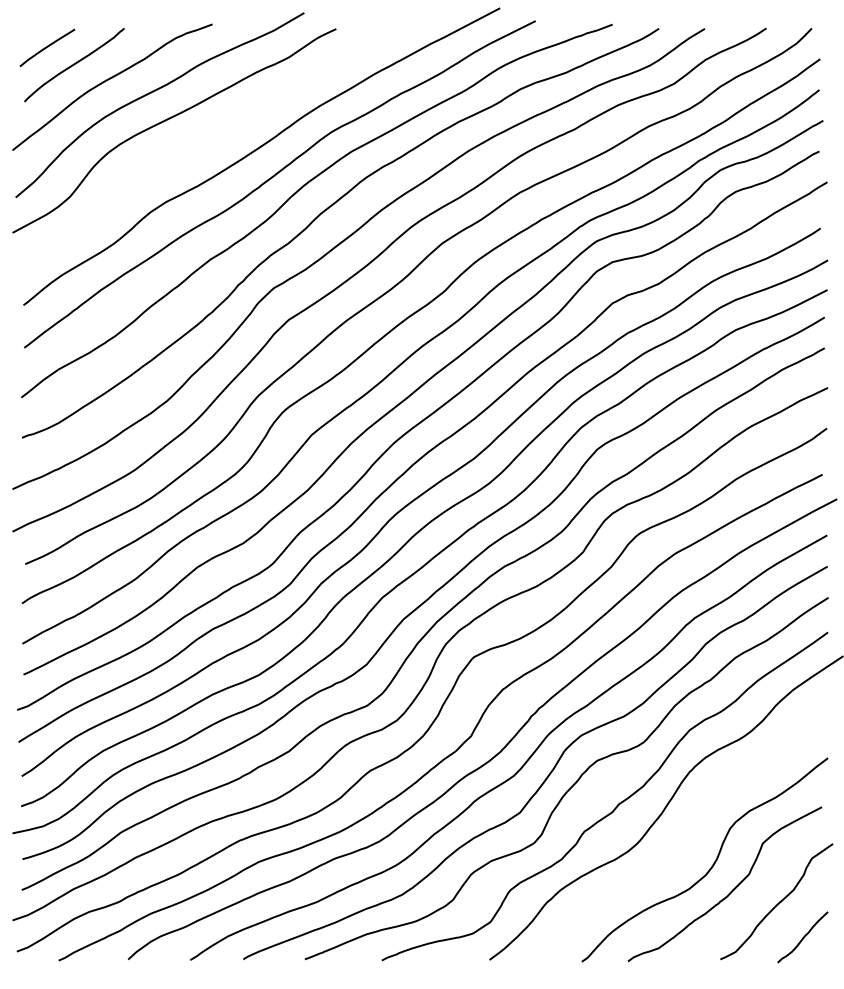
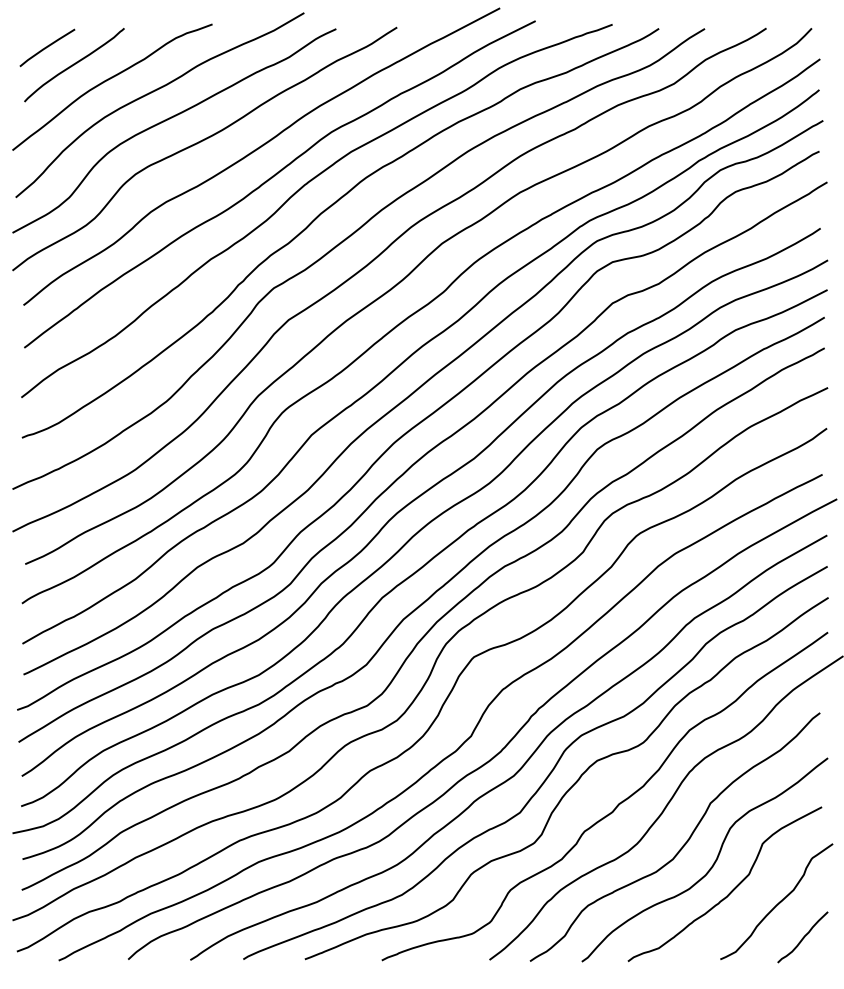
curve at (201, 142): none -> present
curve at (683, 844): none -> present
